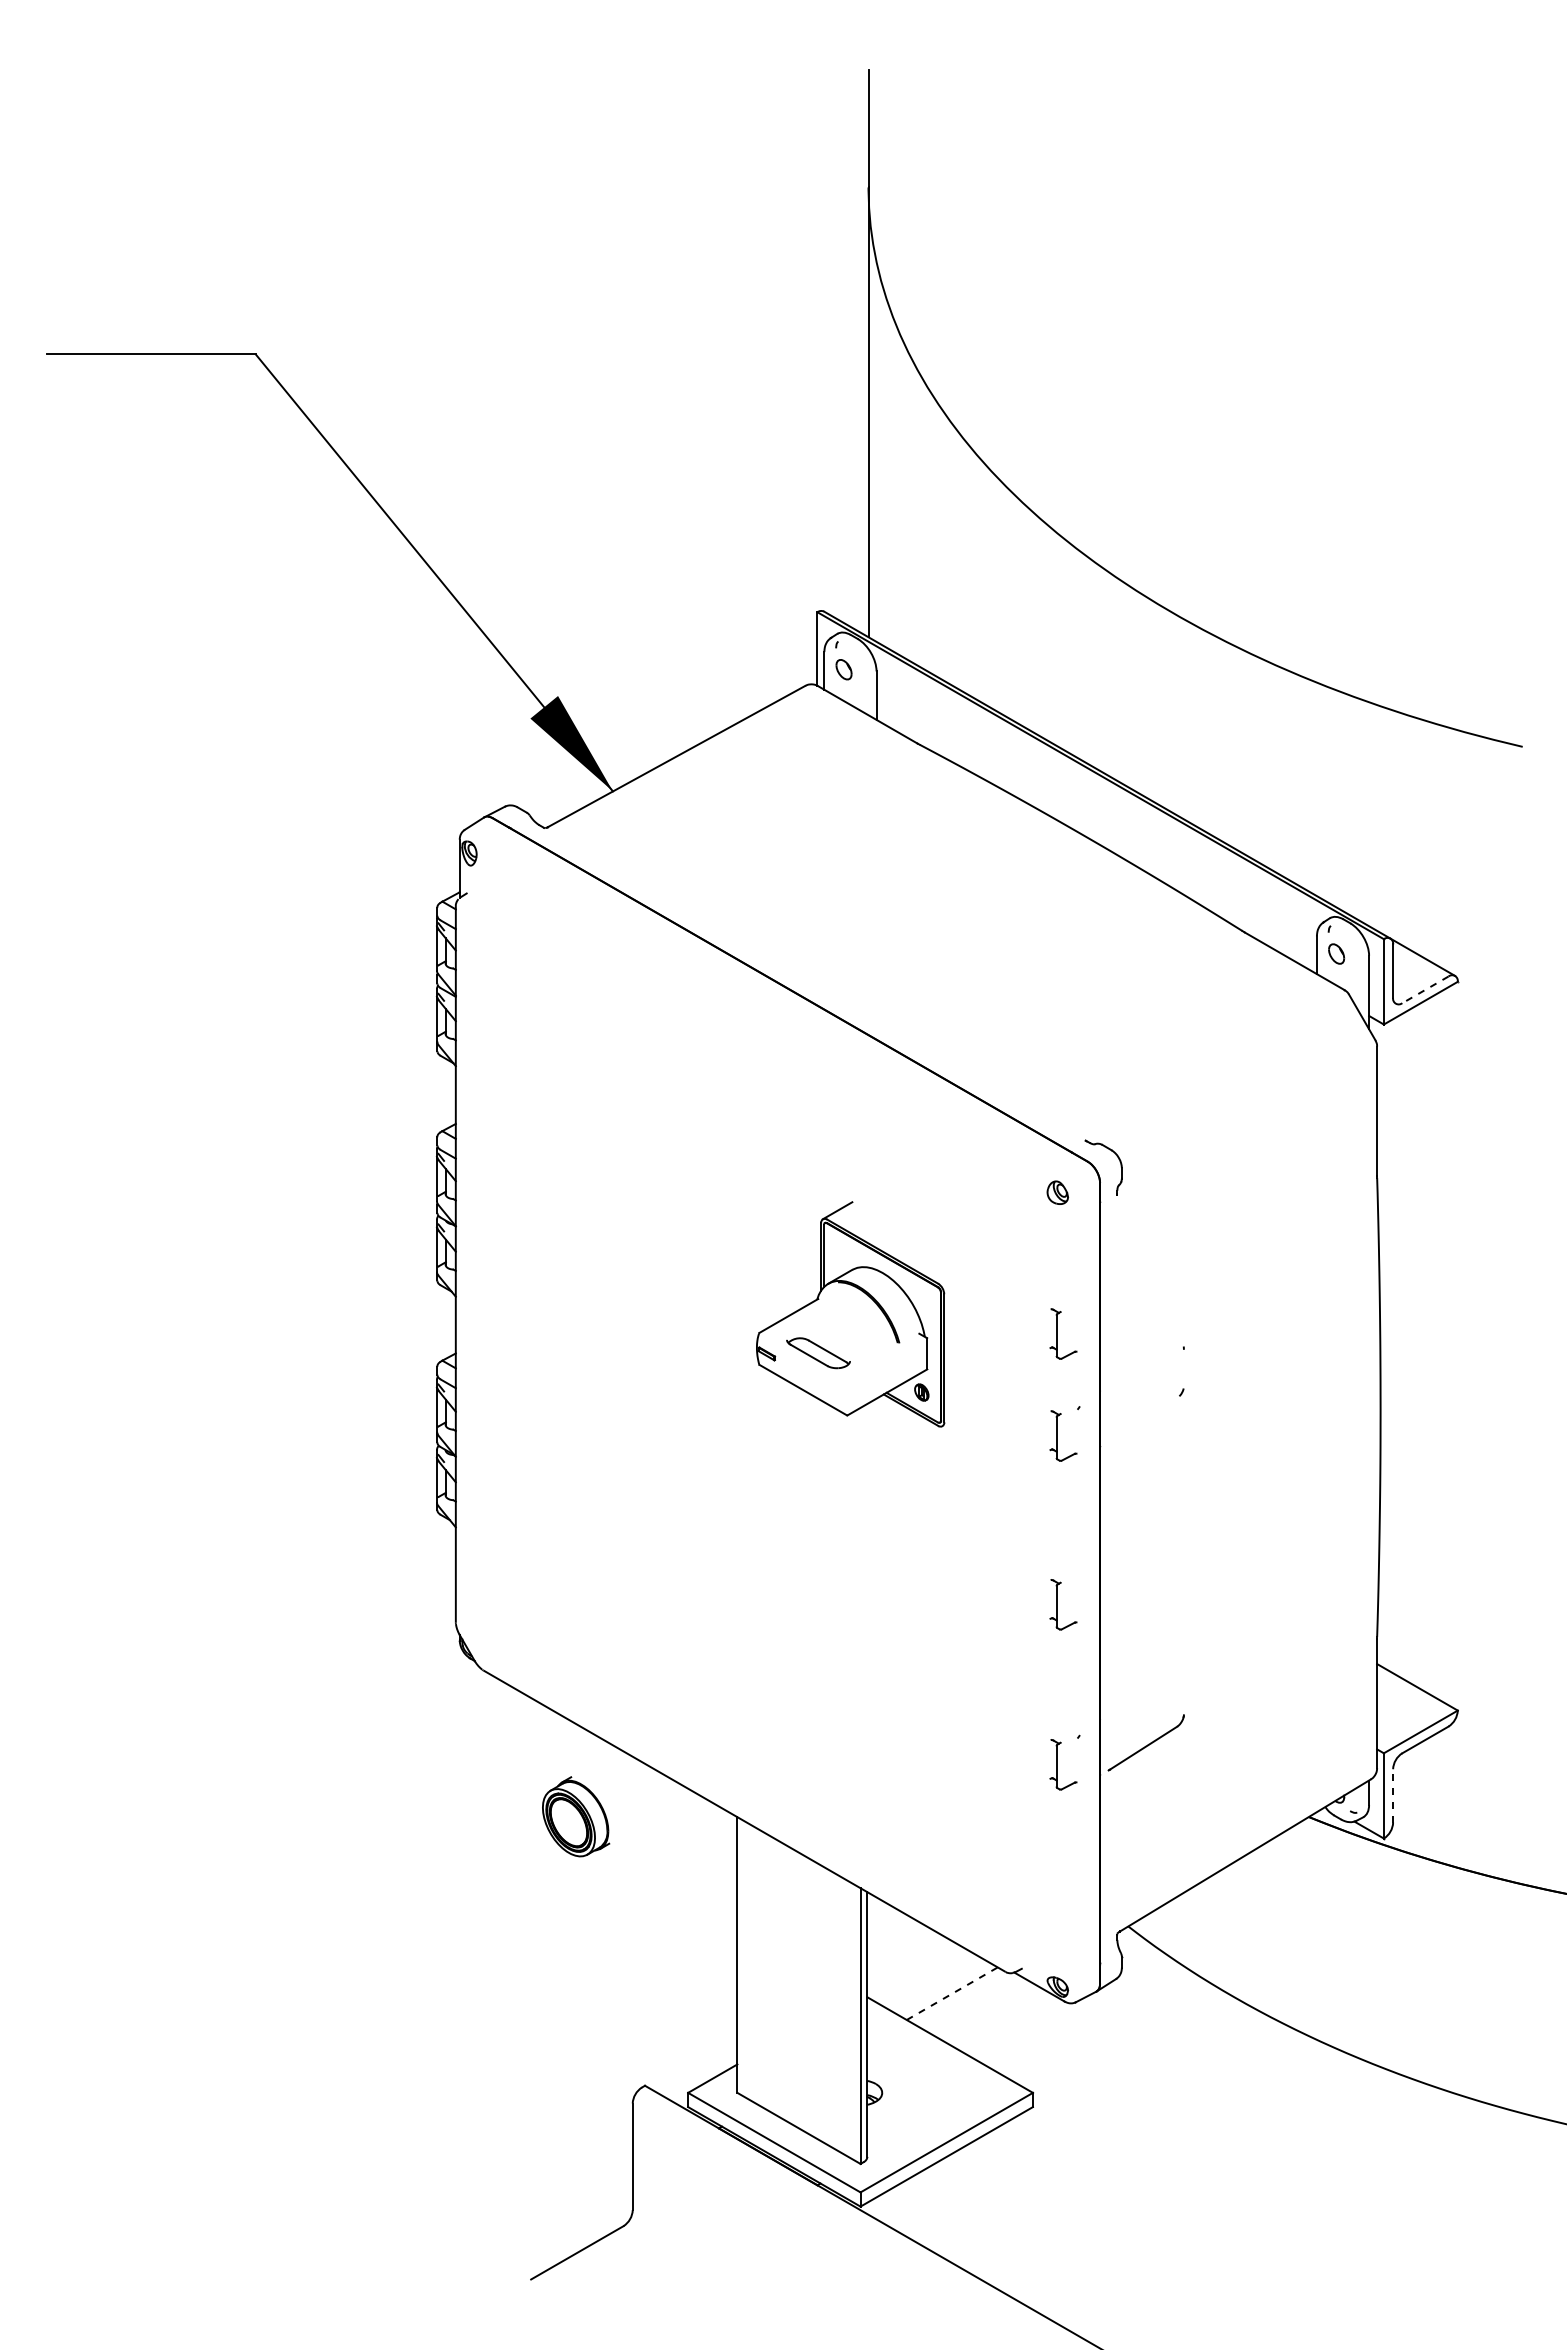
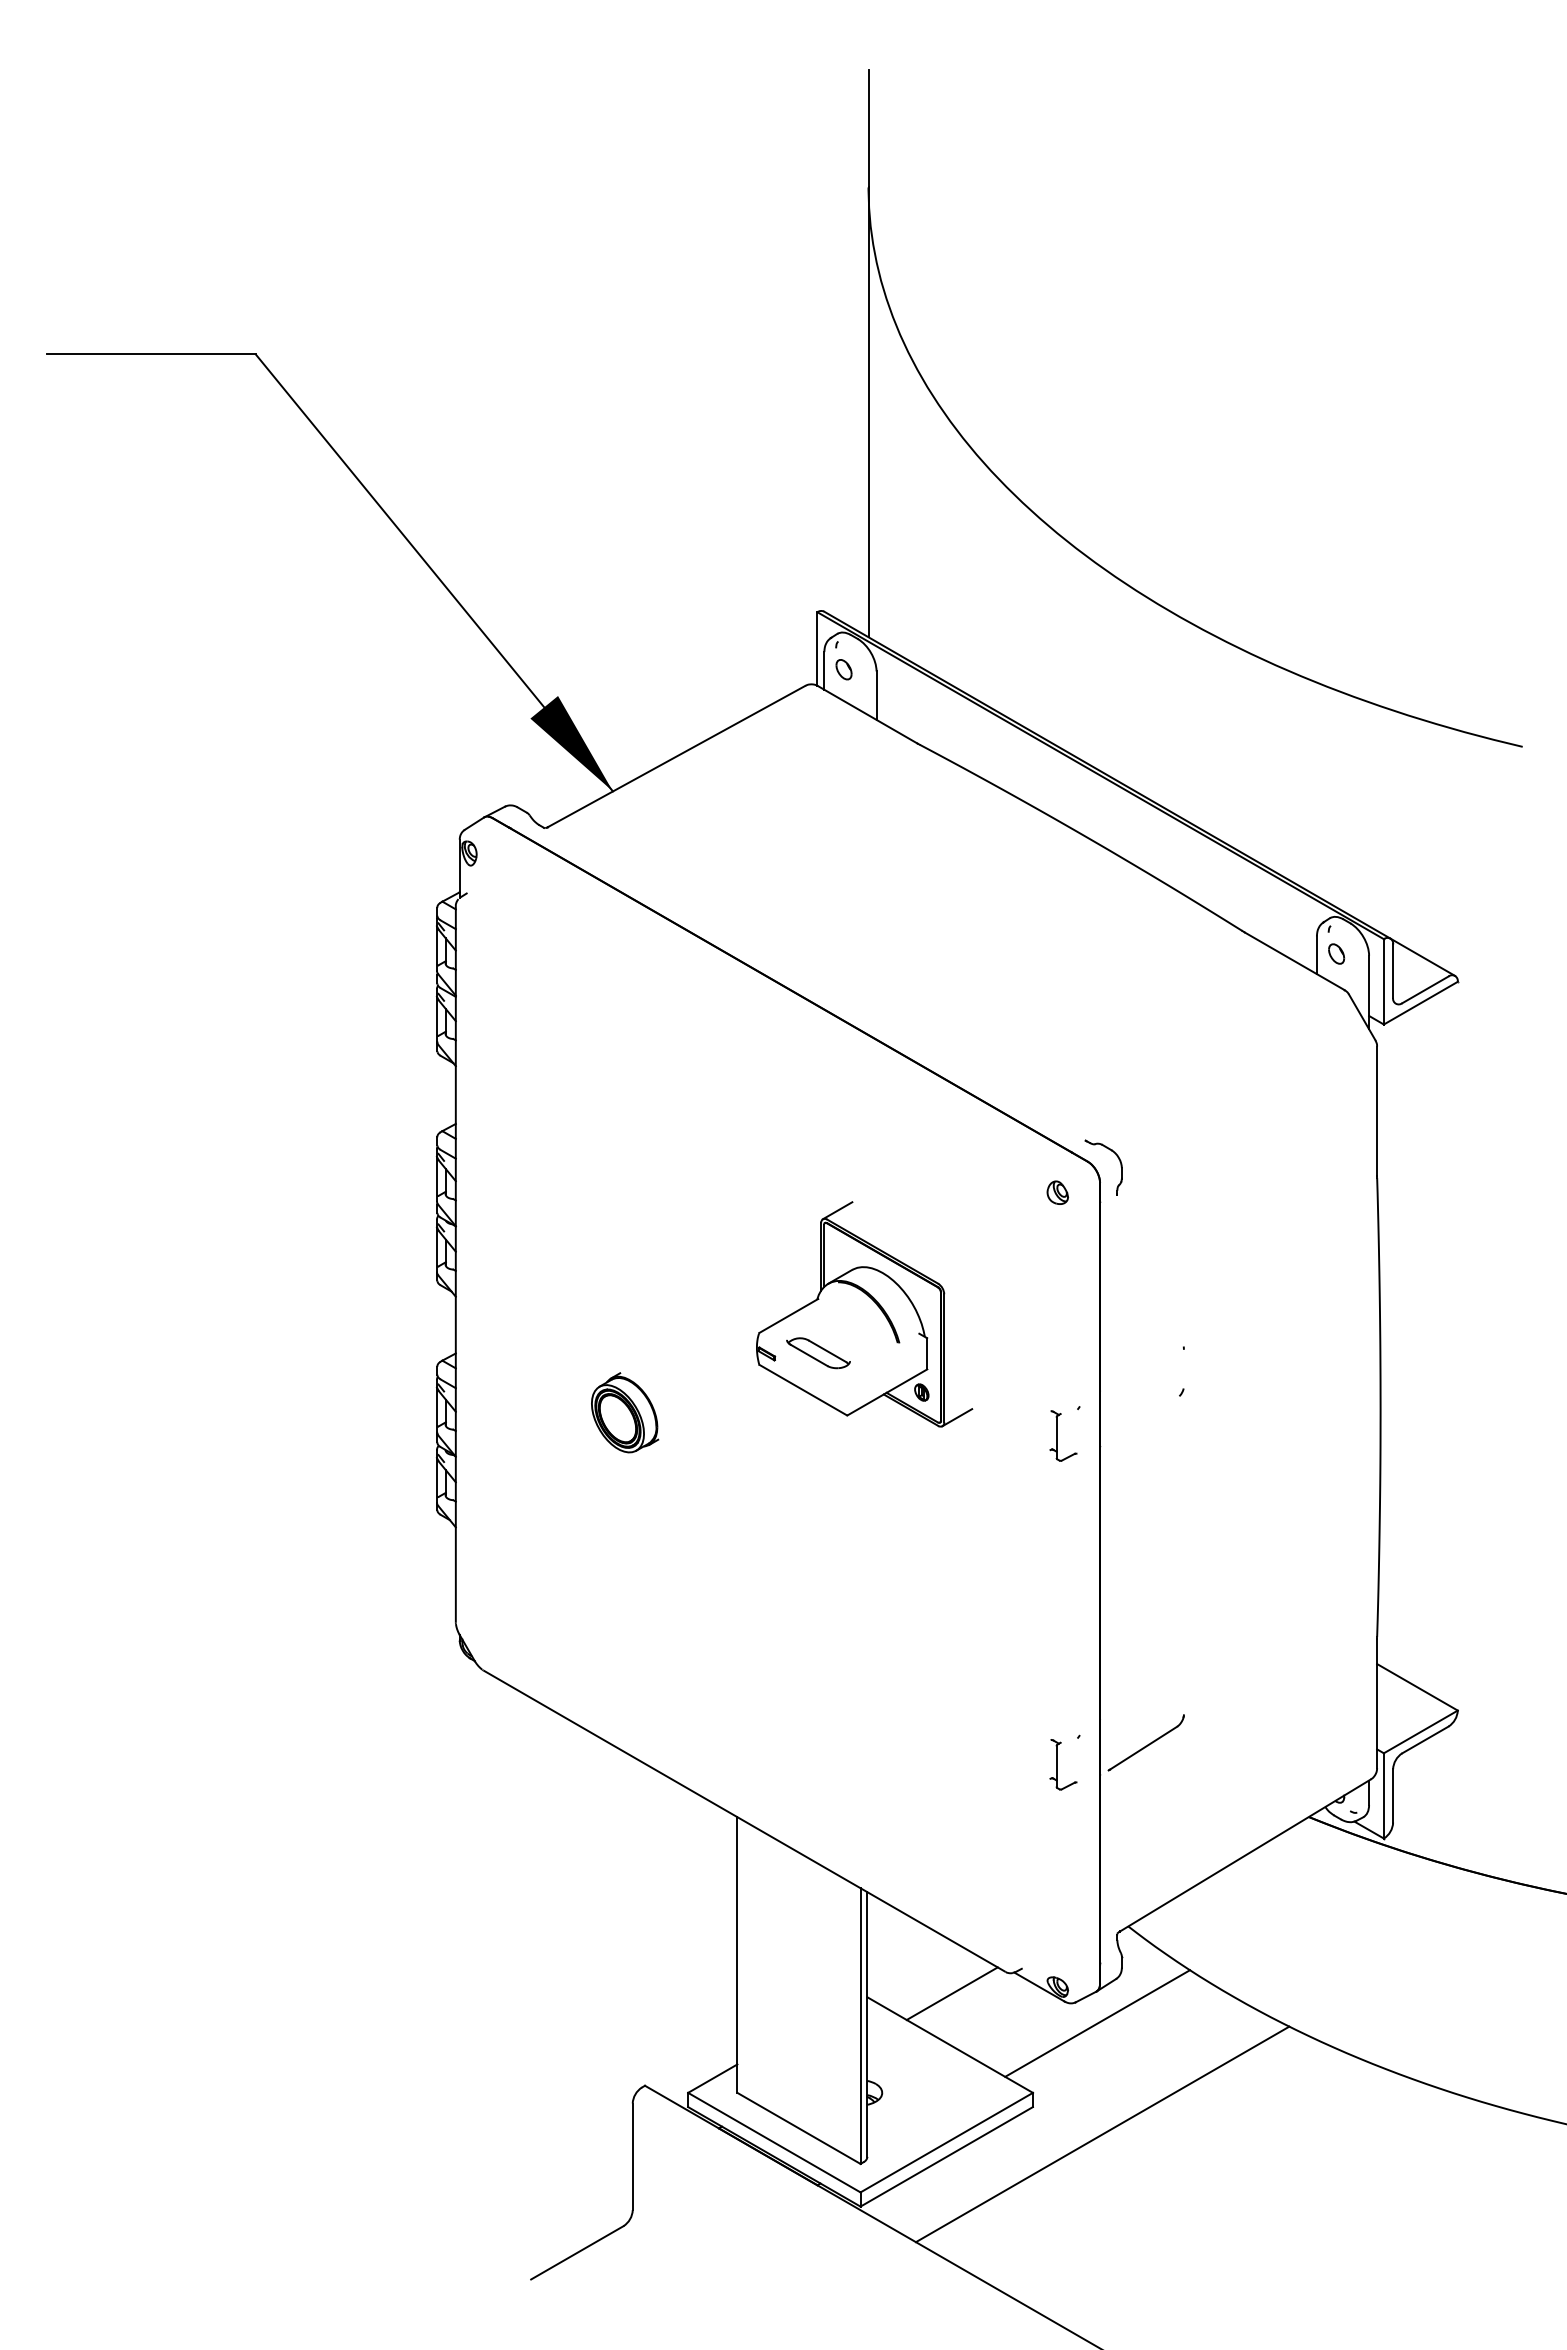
line at (1425, 989): dashed -> solid
part at (1063, 1333): present -> none
line at (957, 1417): none -> present
part at (1063, 1604): present -> none
line at (1393, 1795): dashed -> solid
part at (576, 1816) position: (576, 1816) -> (625, 1412)
line at (952, 1993): dashed -> solid
line at (1097, 2023): none -> present
line at (1102, 2134): none -> present
